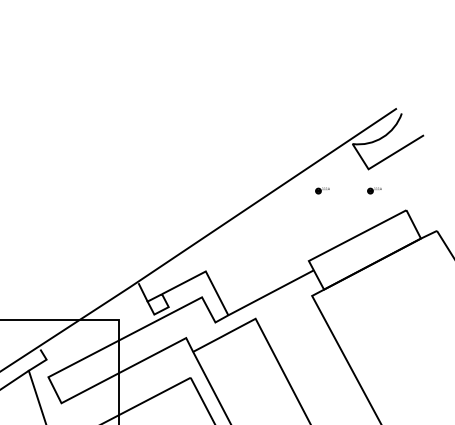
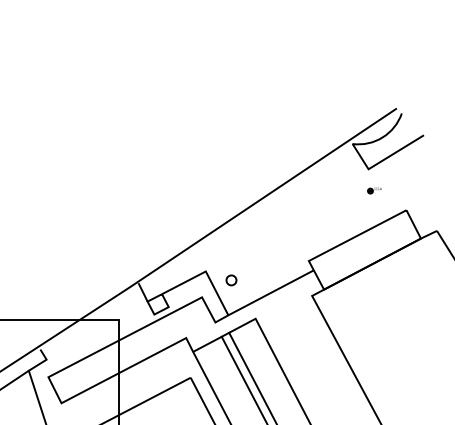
part at (322, 190): present -> none
part at (231, 280): none -> present
line at (252, 376): none -> present
line at (243, 378): none -> present
